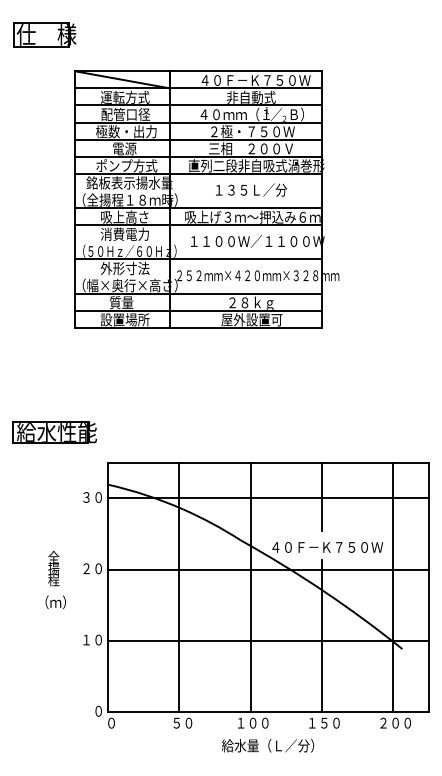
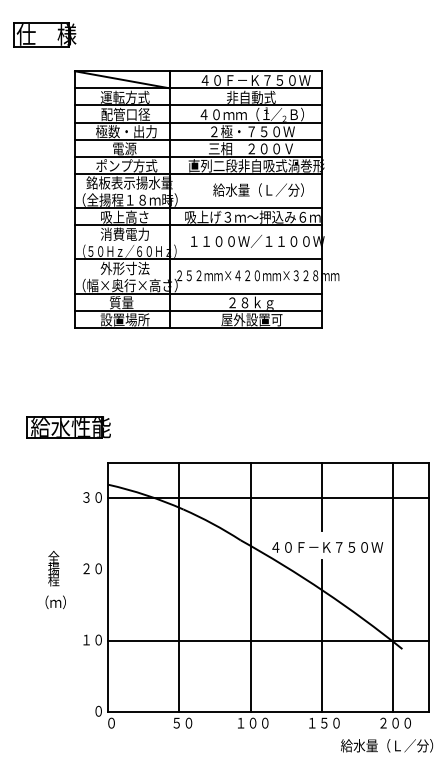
text at (258, 189): １３５Ｌ／分 -> 給水量（Ｌ／分）
part at (54, 432) position: (54, 432) -> (68, 427)
line at (268, 569): present -> none
text at (268, 745) position: (268, 745) -> (387, 745)
